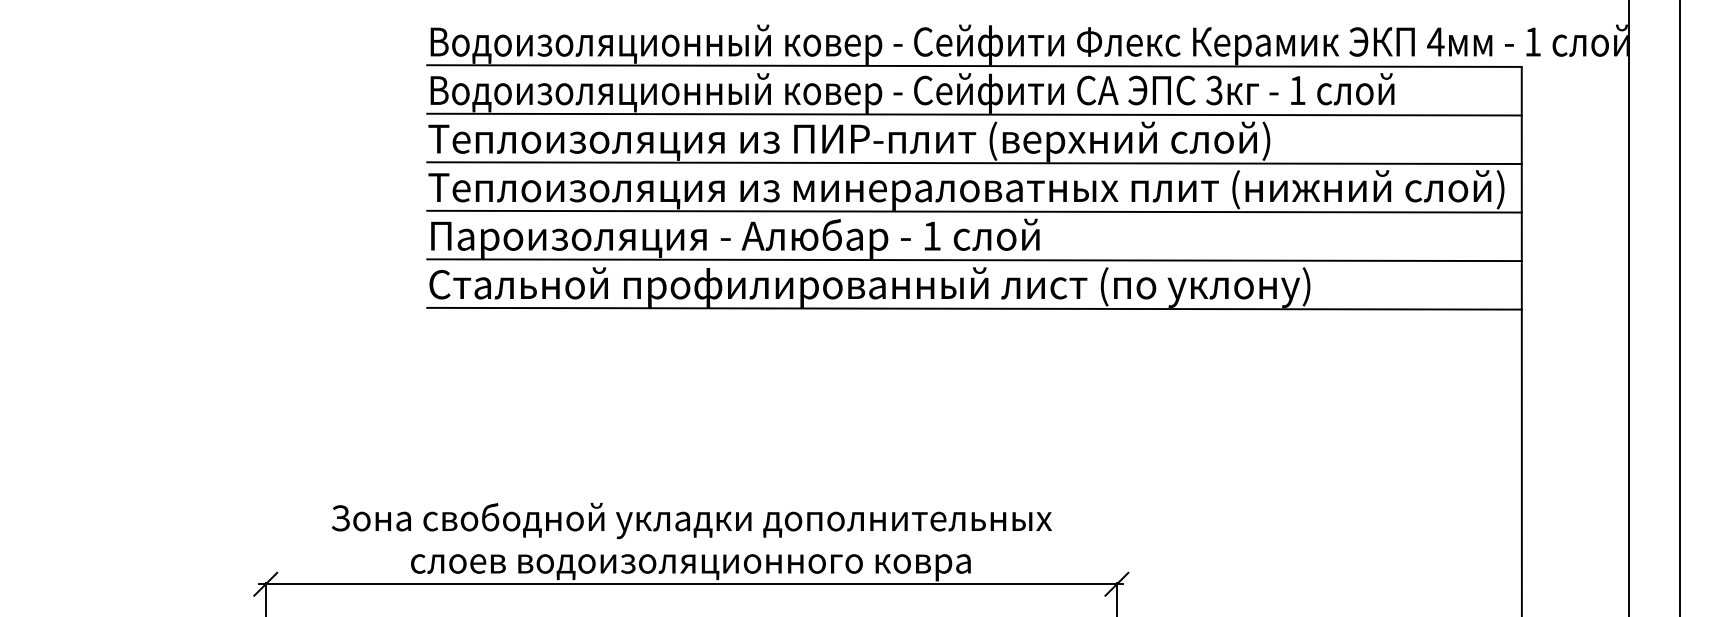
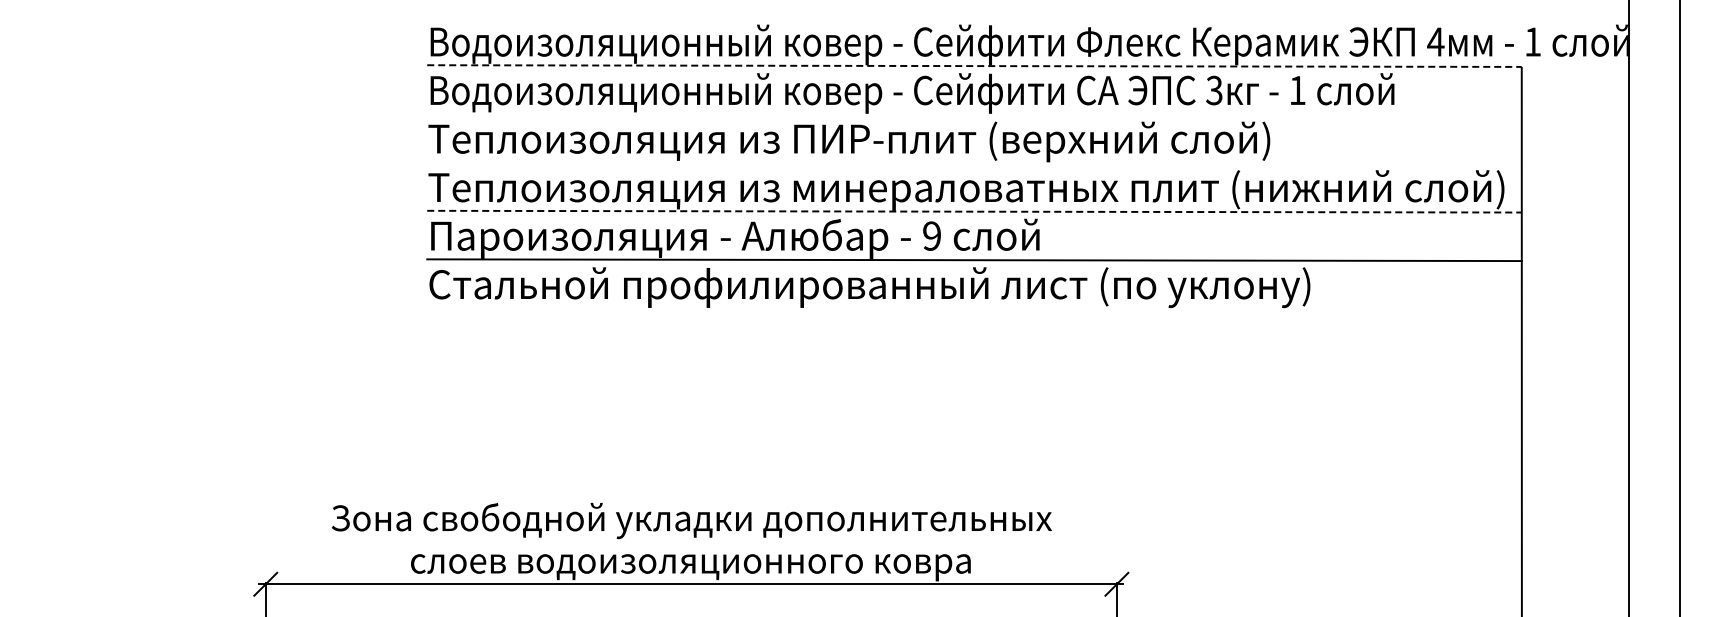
line at (974, 66): solid -> dashed
line at (974, 114): present -> none
line at (974, 163): present -> none
line at (975, 211): solid -> dashed
text at (931, 235): 1 -> 9
line at (974, 308): present -> none
